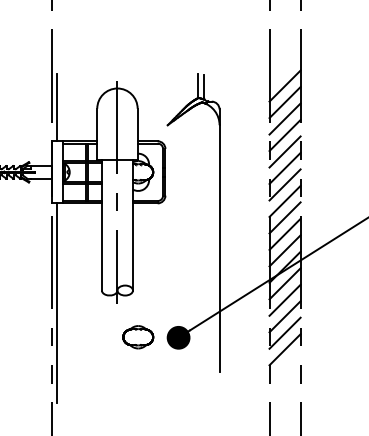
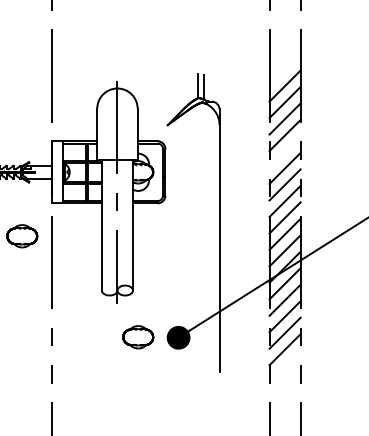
line at (56, 107): present -> none
line at (284, 151): present -> none
part at (22, 236): none -> present
line at (56, 303): present -> none
